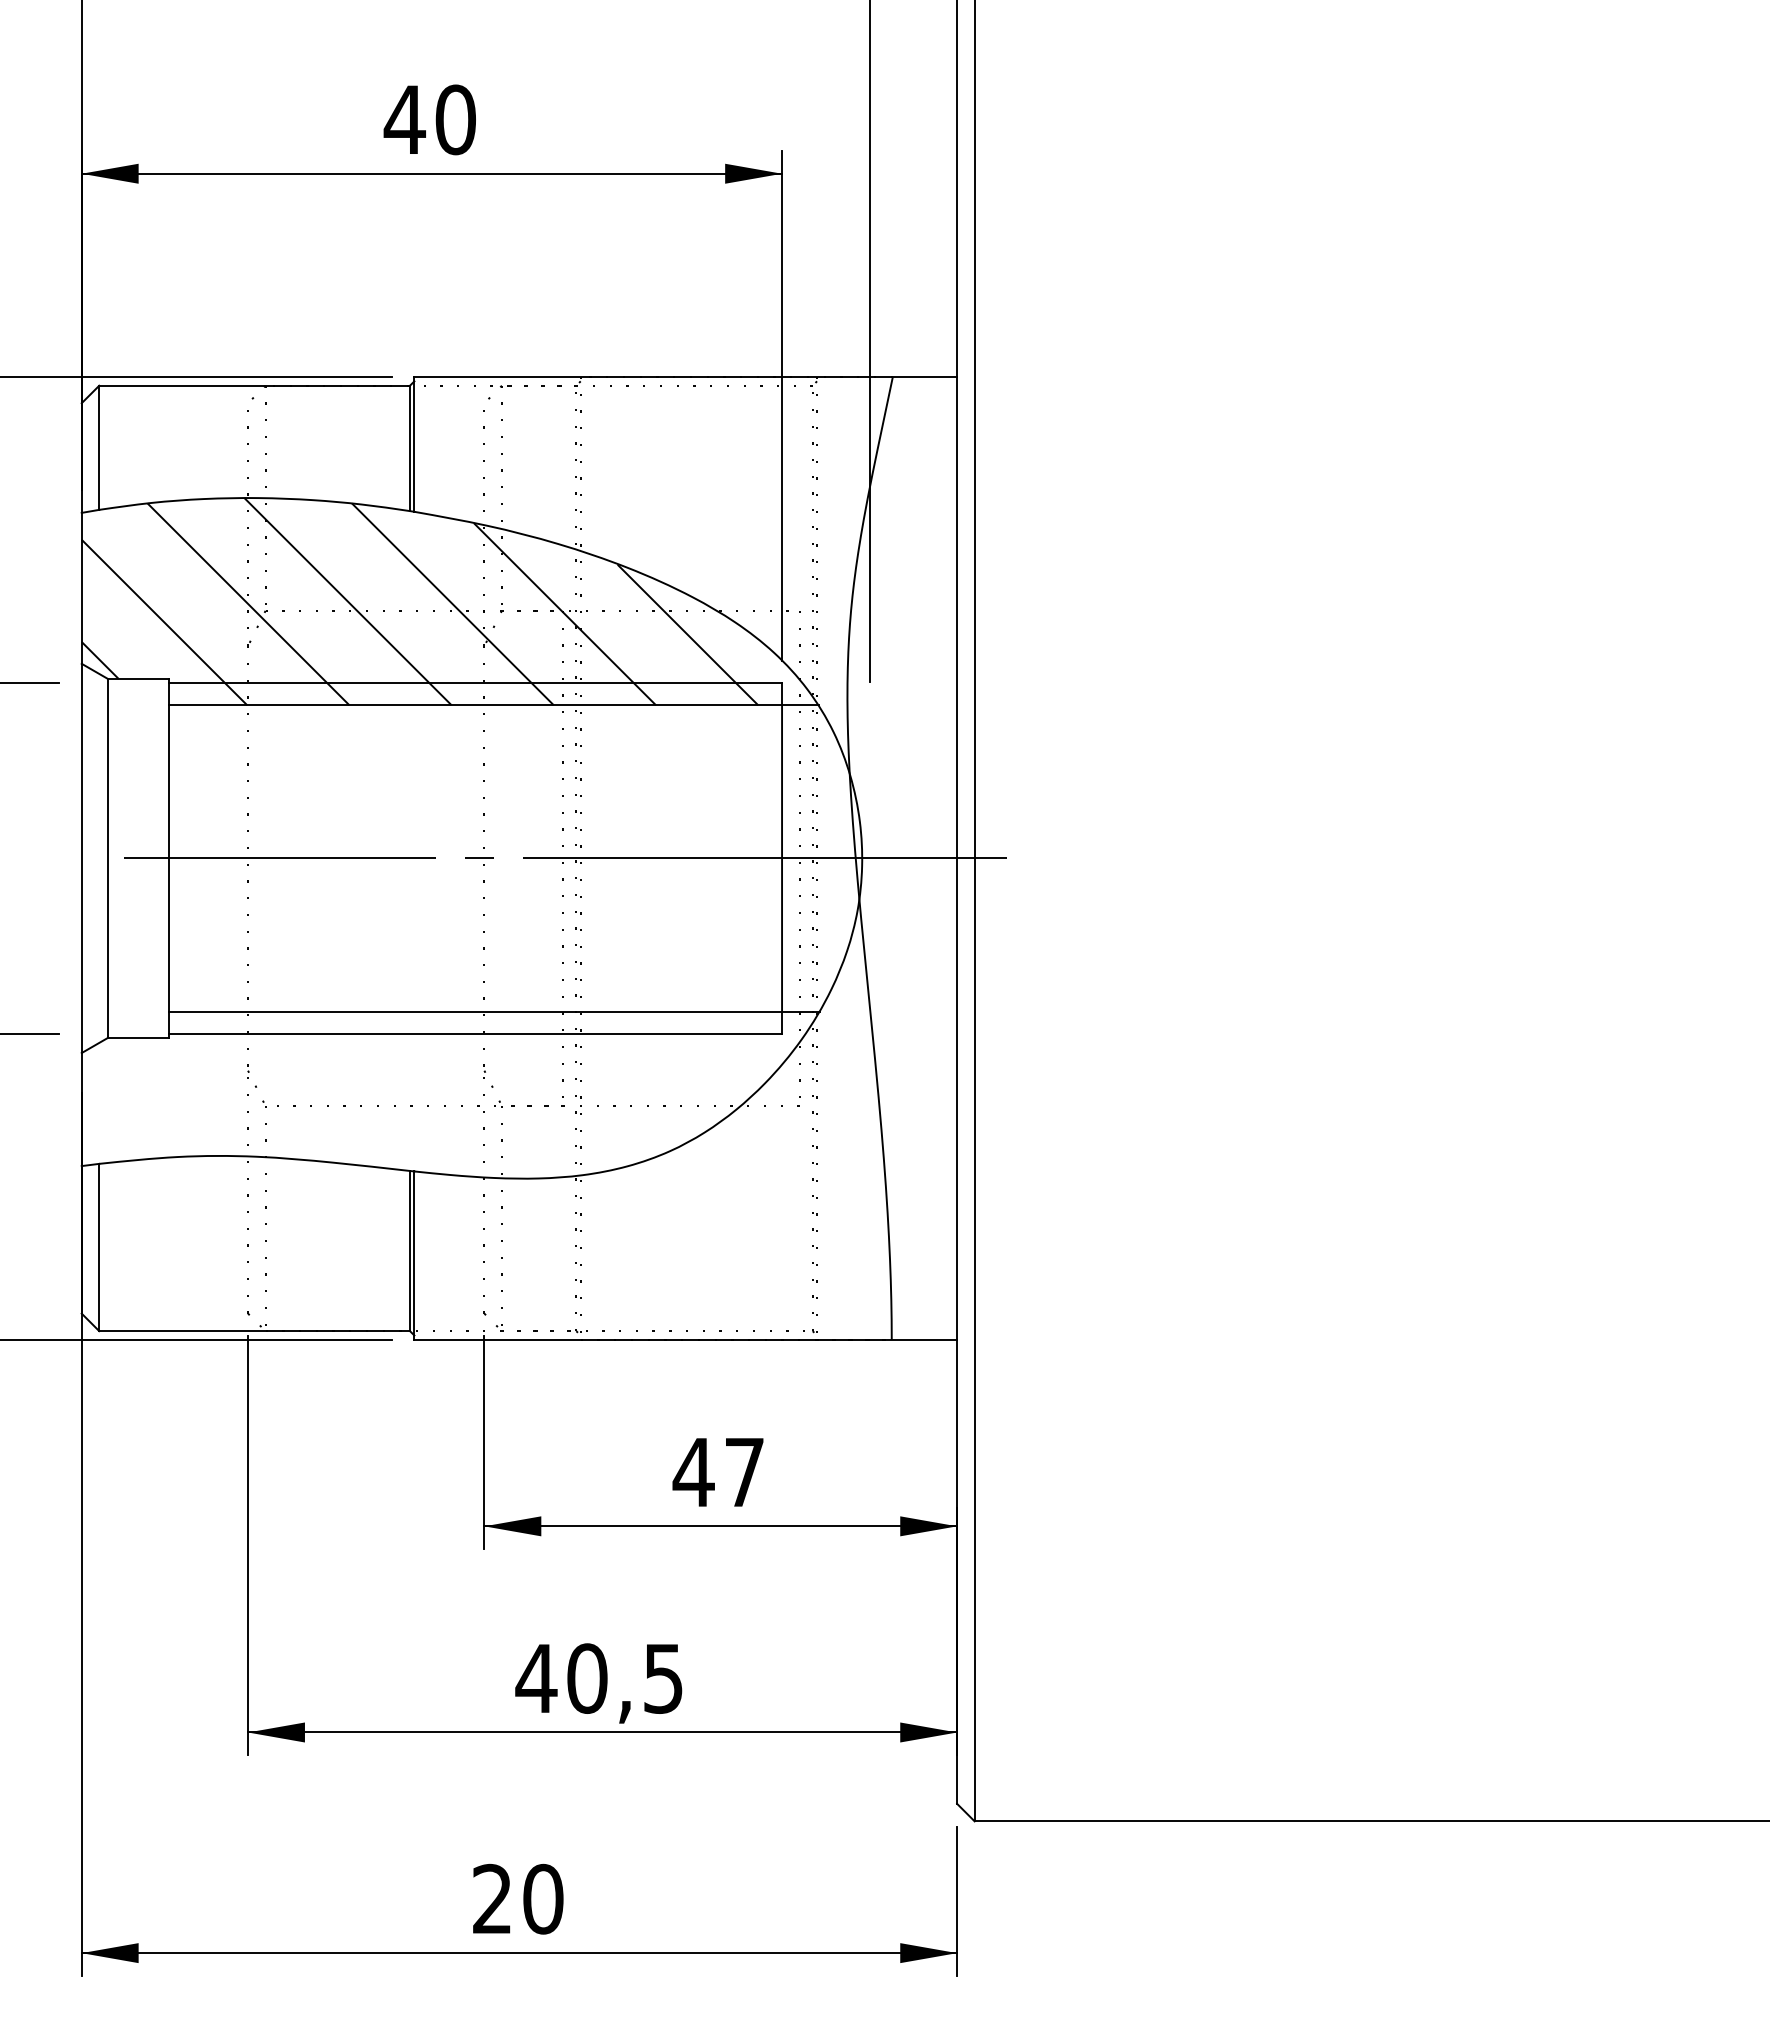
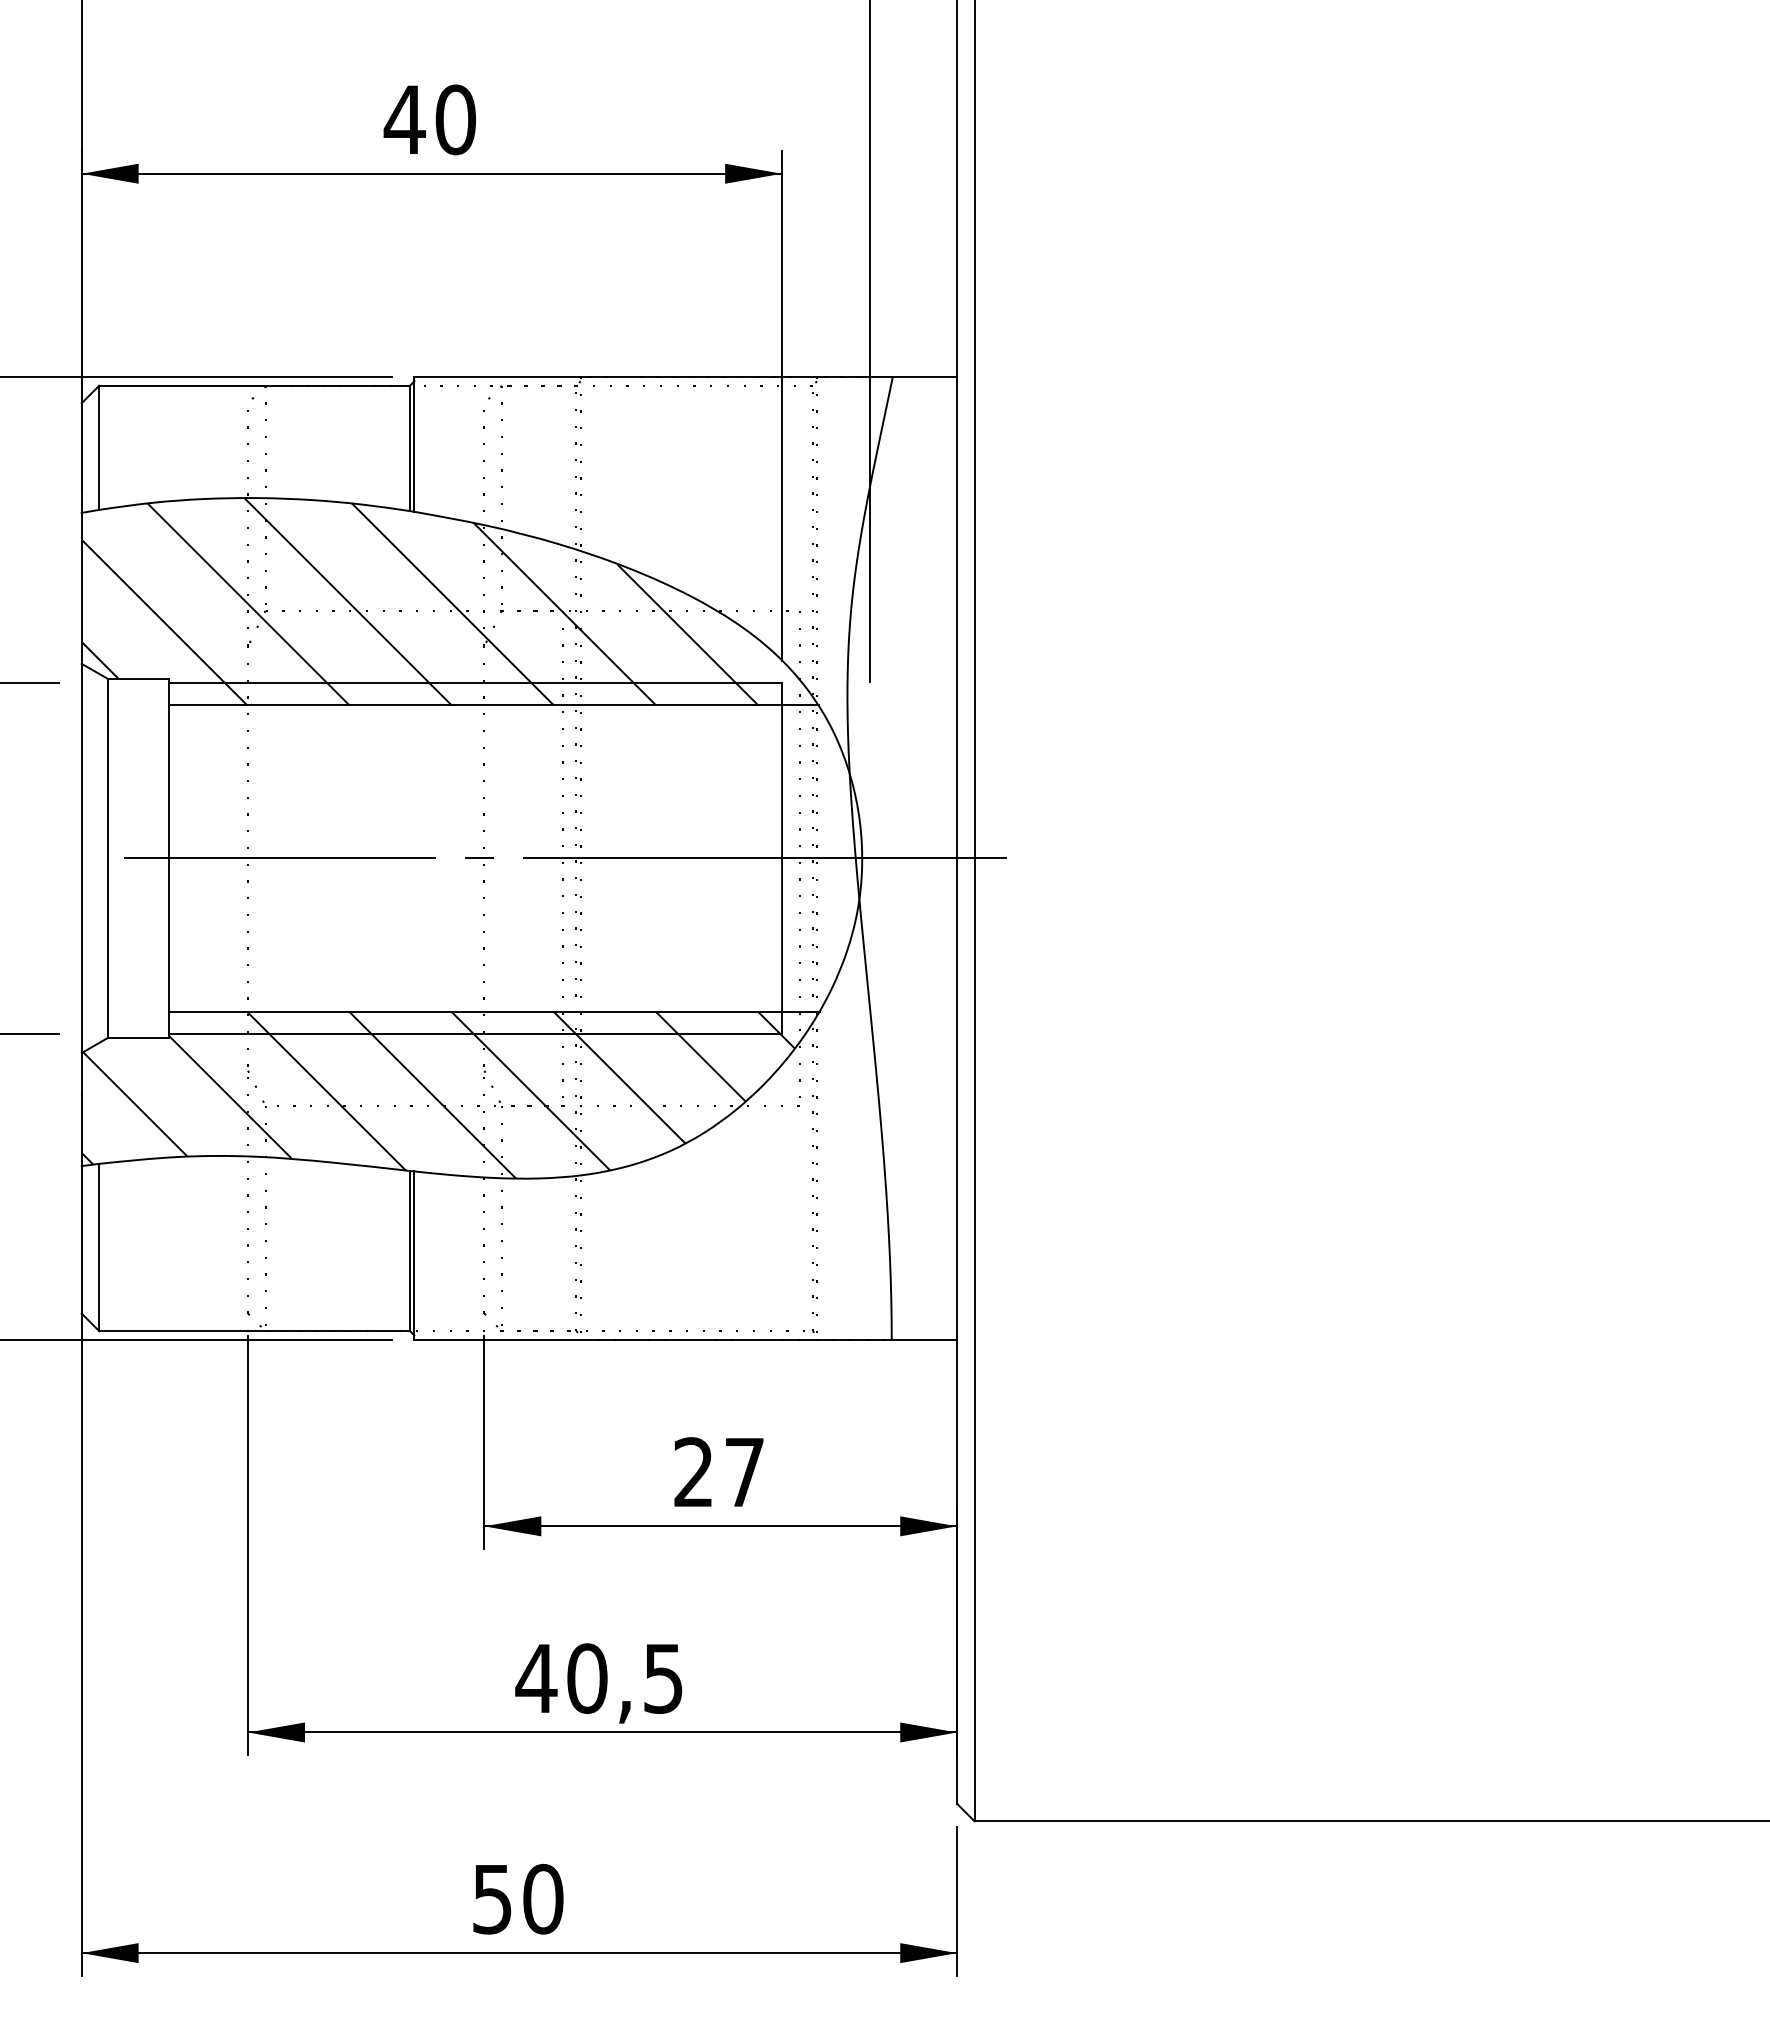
hatch at (437, 1094): none -> present
text at (693, 1471): 47 -> 27
text at (492, 1898): 20 -> 50
